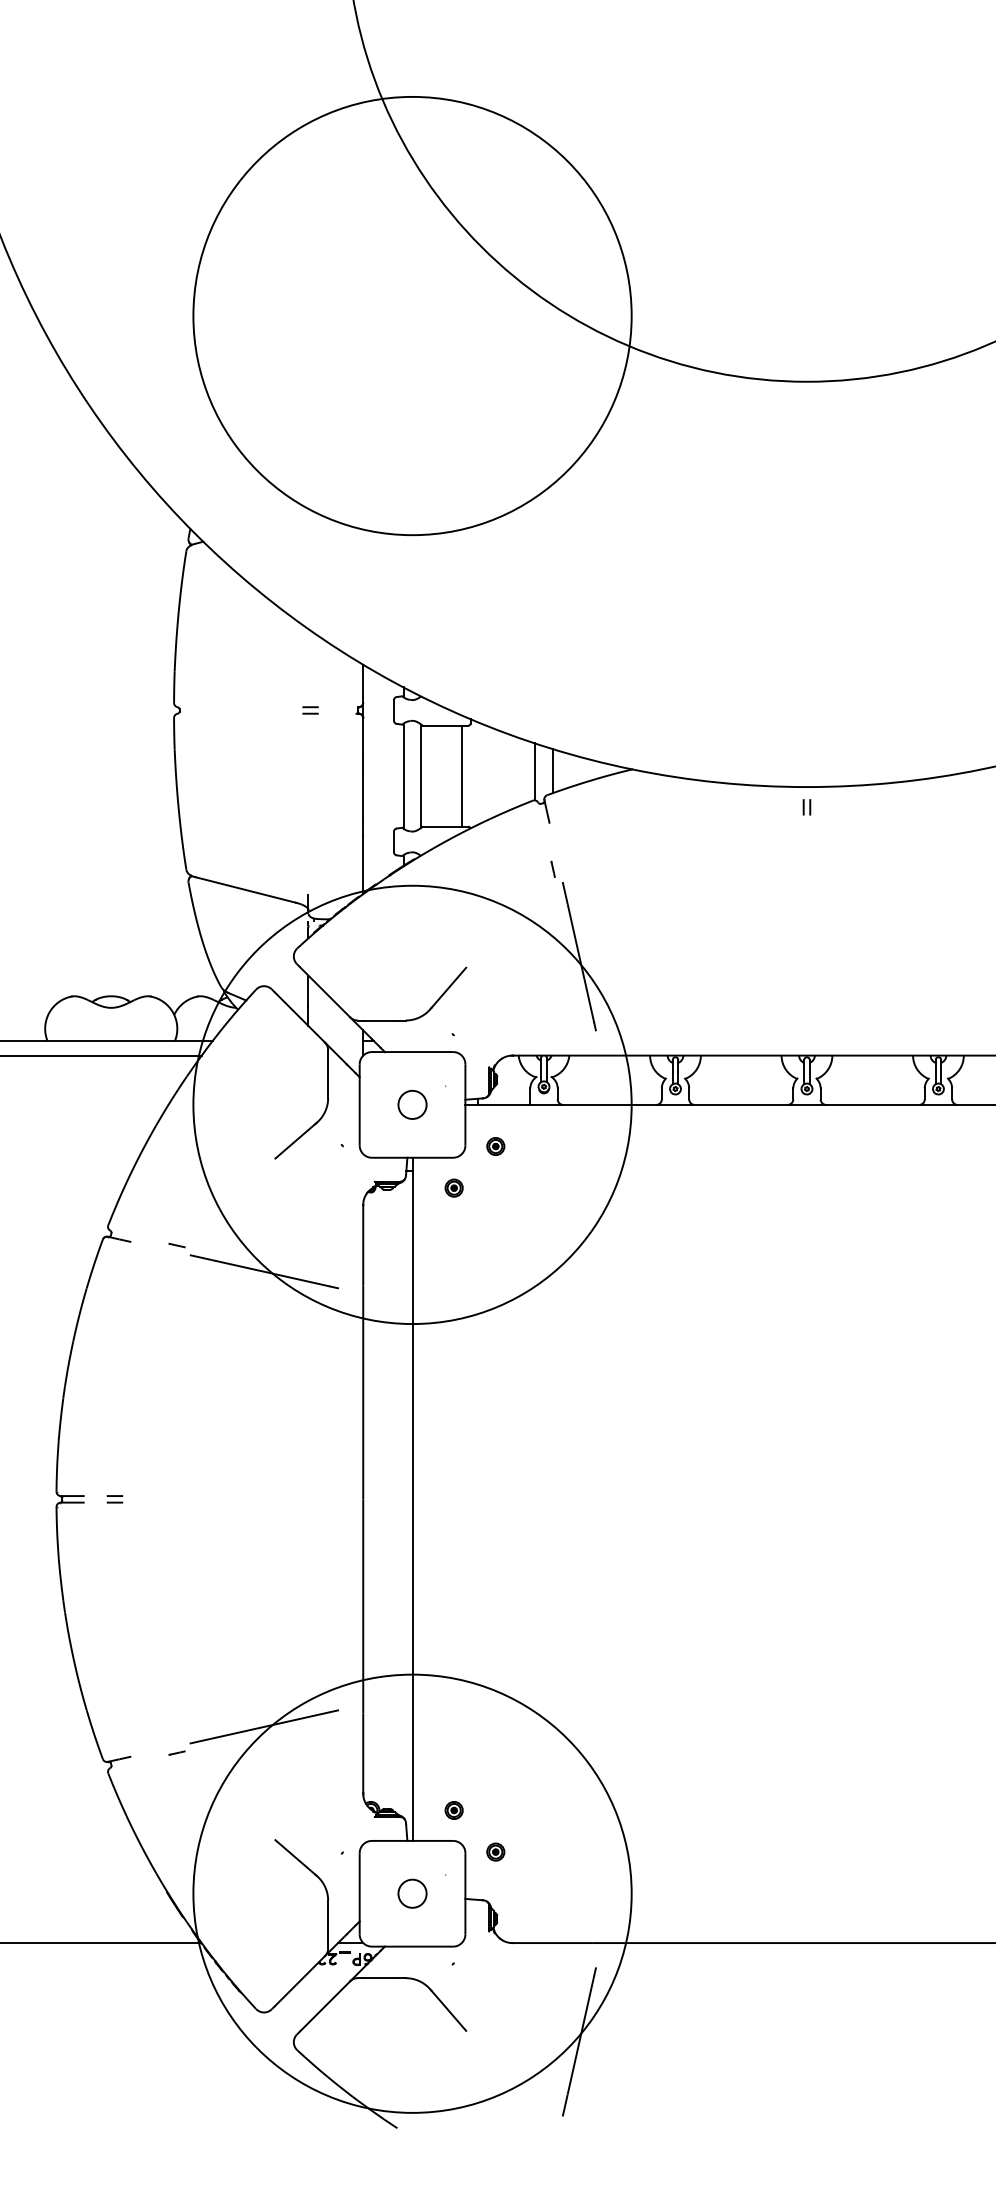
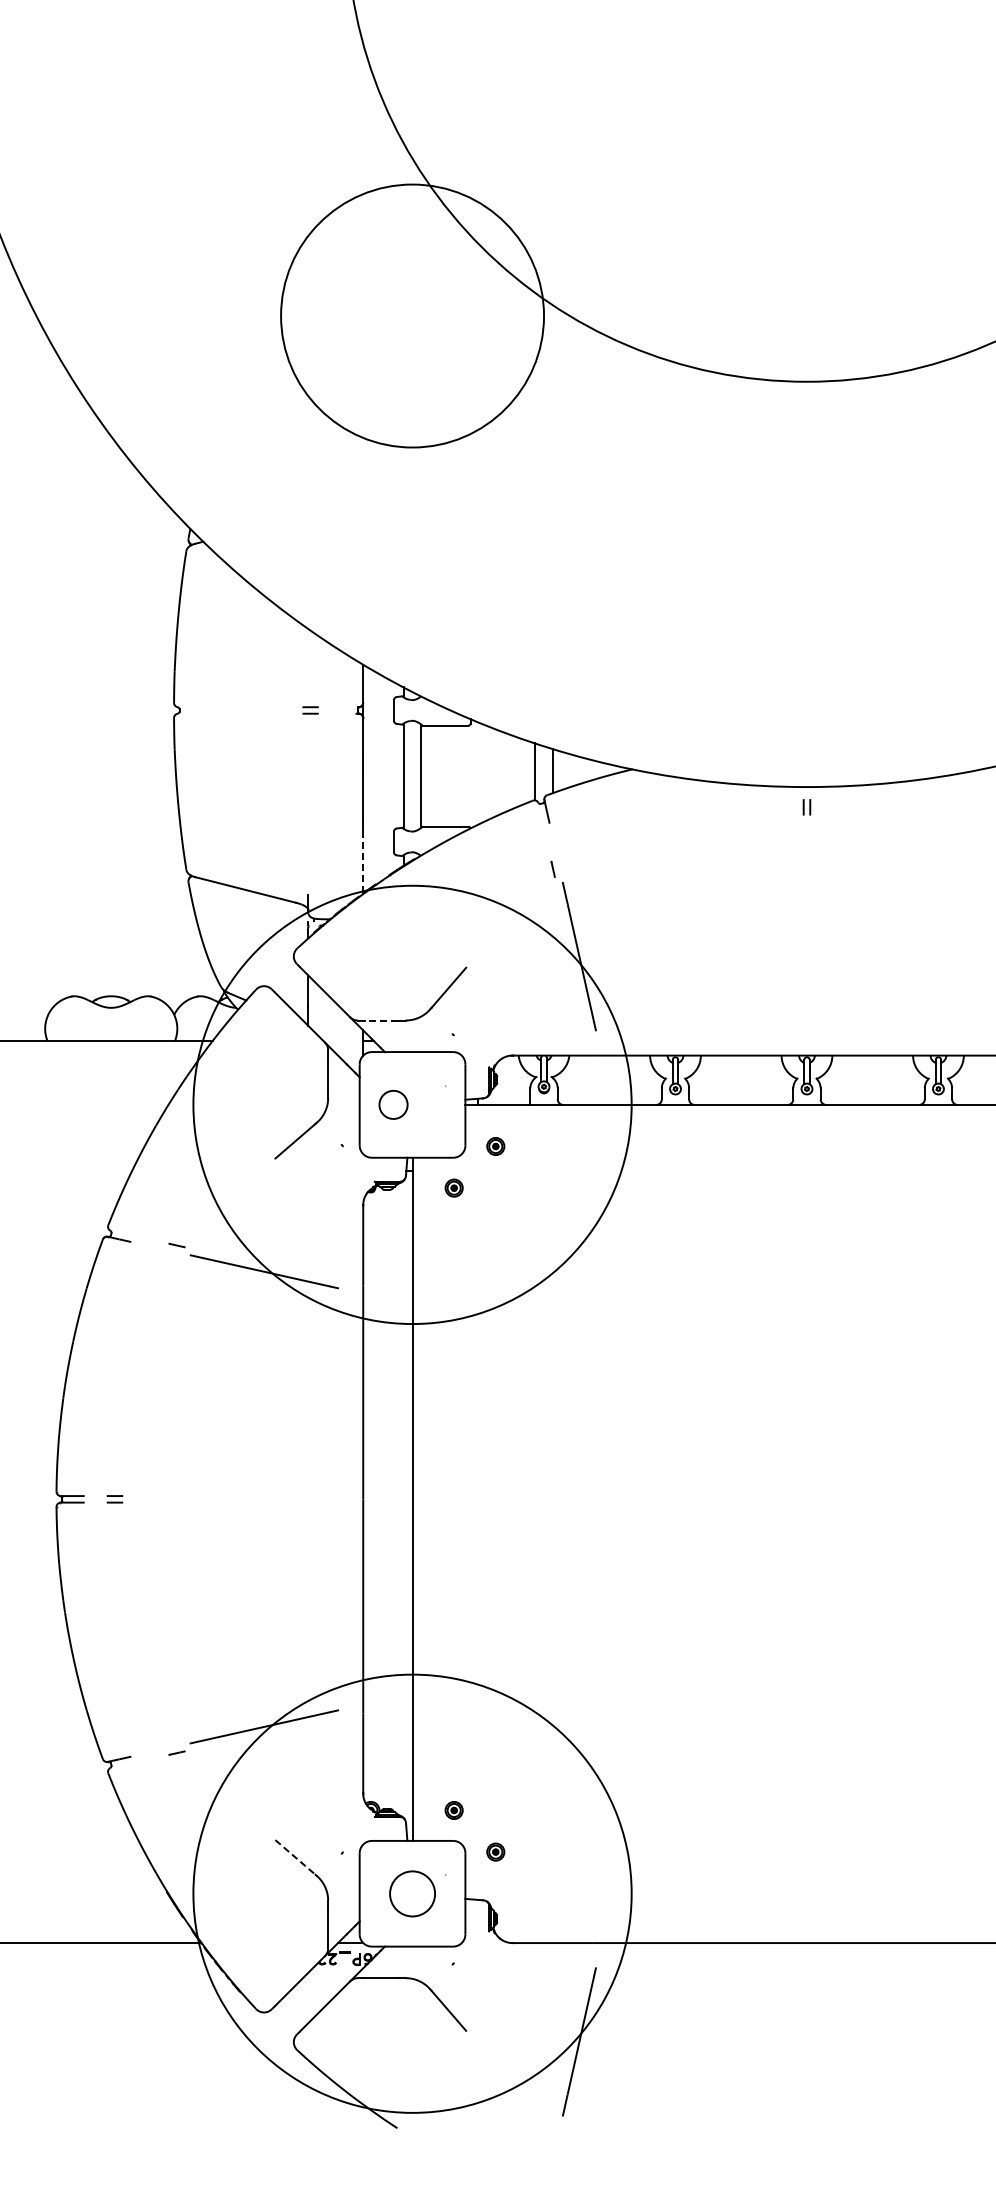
circle at (412, 315) diameter: 438 px -> 263 px
line at (461, 775): present -> none
line at (363, 864): solid -> dashed
line at (381, 1020): solid -> dashed
line at (101, 1055): present -> none
circle at (412, 1104) position: (412, 1104) -> (393, 1104)
line at (295, 1857): solid -> dashed
circle at (412, 1893) size: 31x31 px -> 47x48 px
